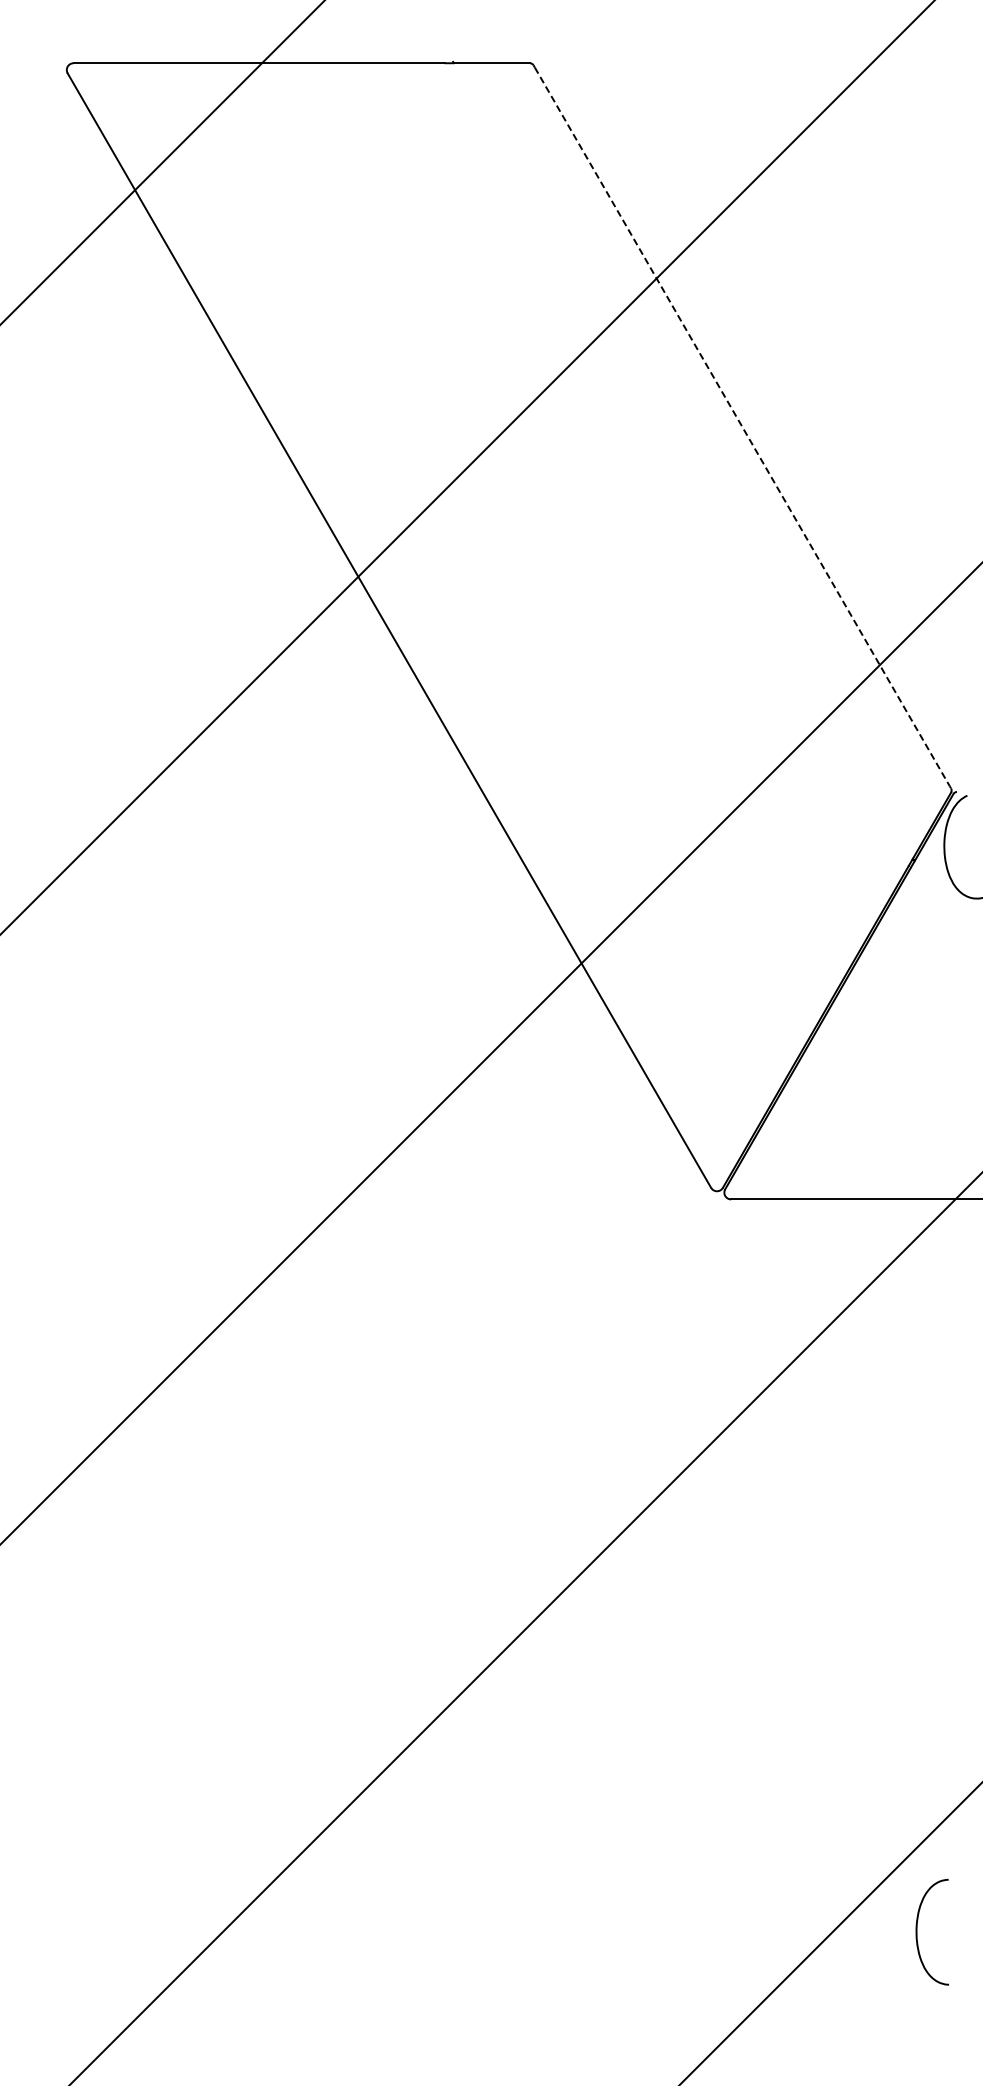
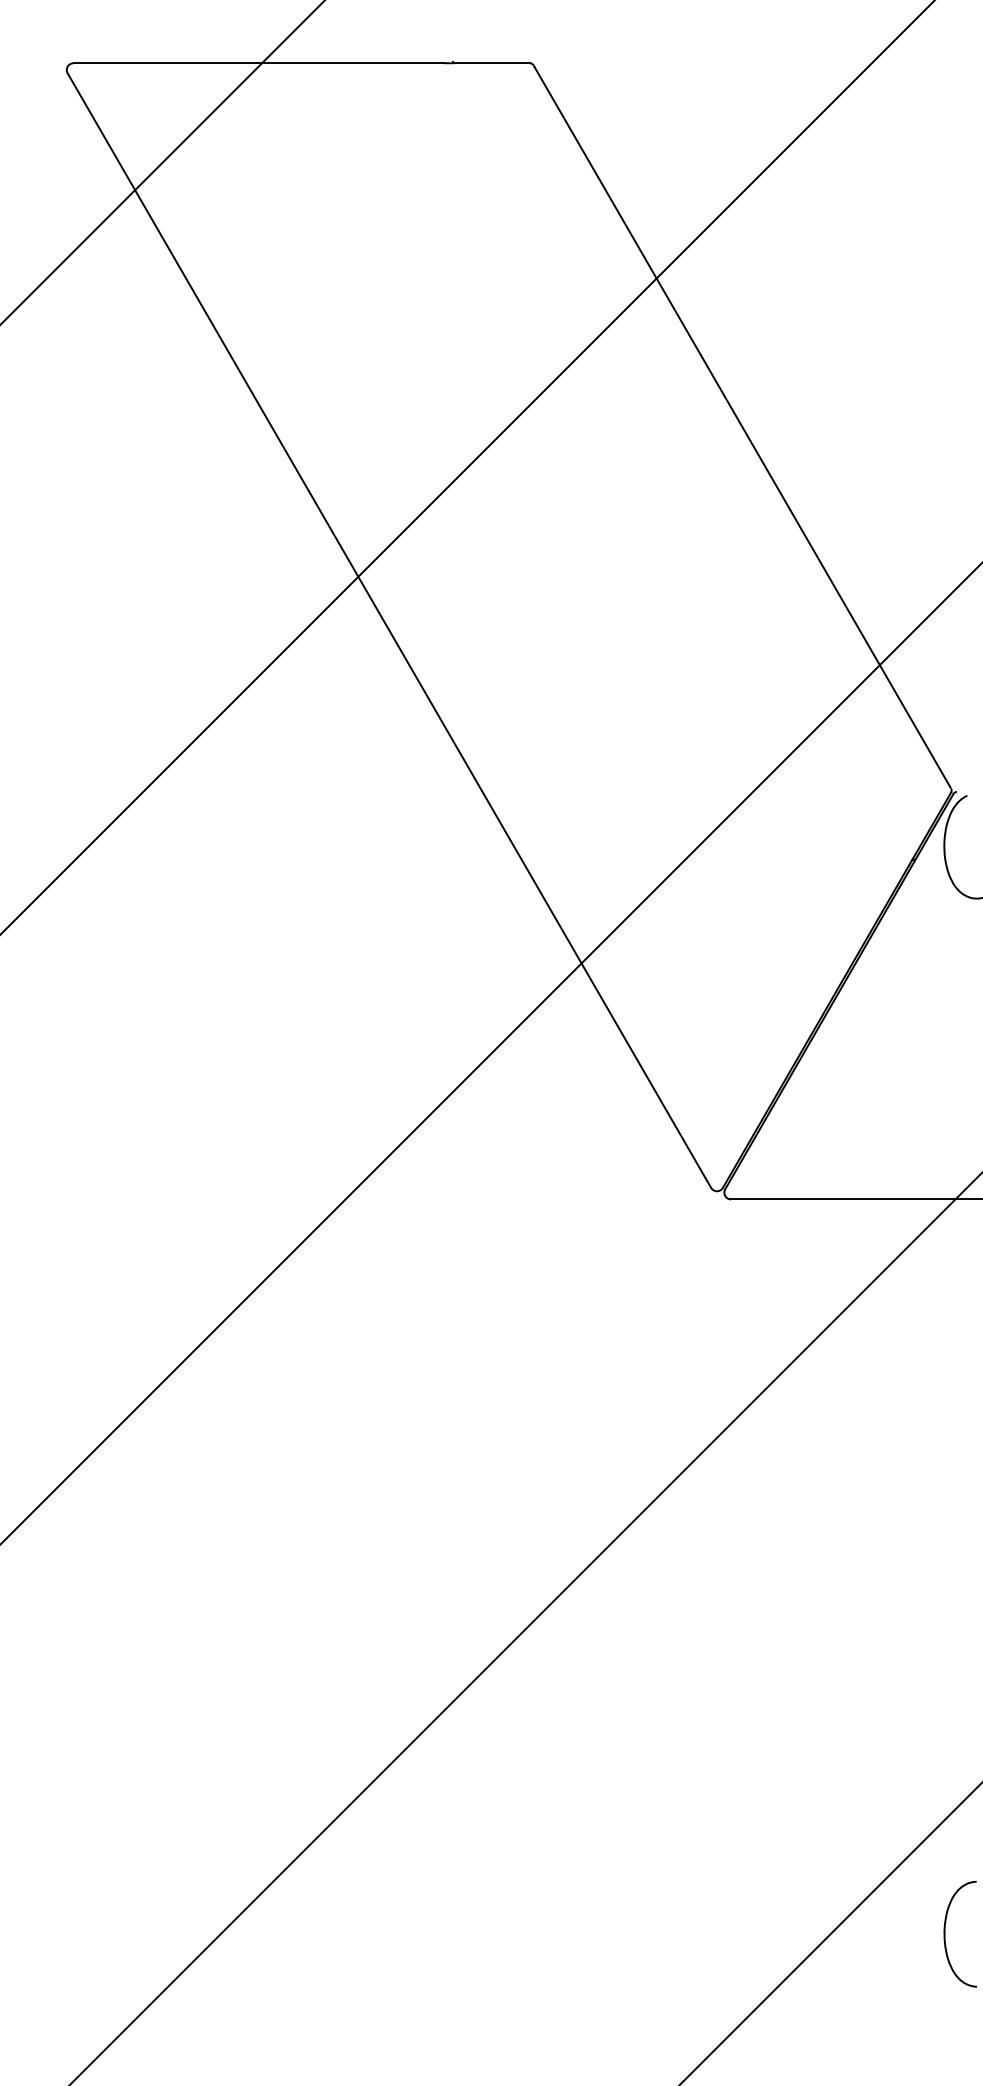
line at (742, 426): dashed -> solid
curve at (917, 1931) position: (917, 1931) -> (945, 1933)
